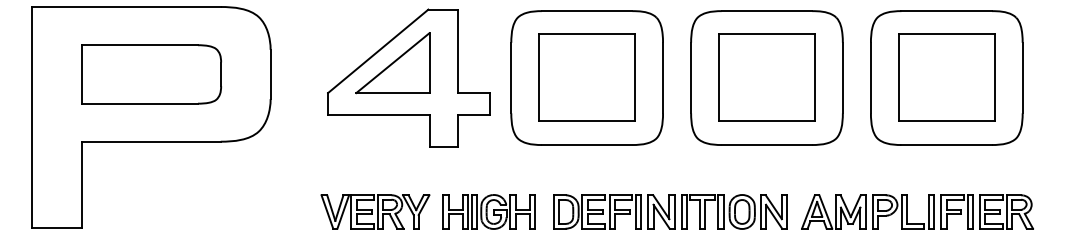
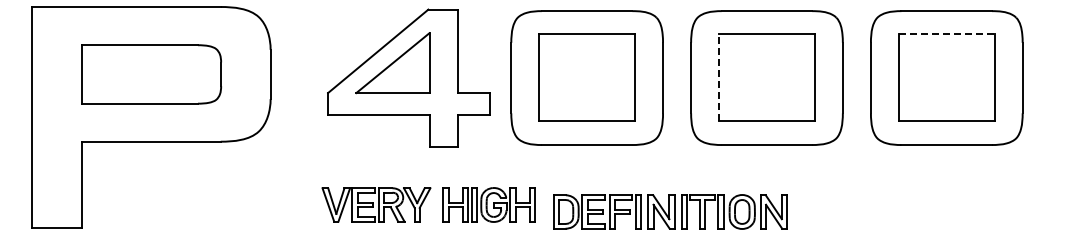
line at (946, 33): solid -> dashed
line at (719, 76): solid -> dashed
part at (375, 211) position: (375, 211) -> (376, 204)
part at (488, 211) position: (488, 211) -> (488, 204)
part at (907, 211): present -> none
